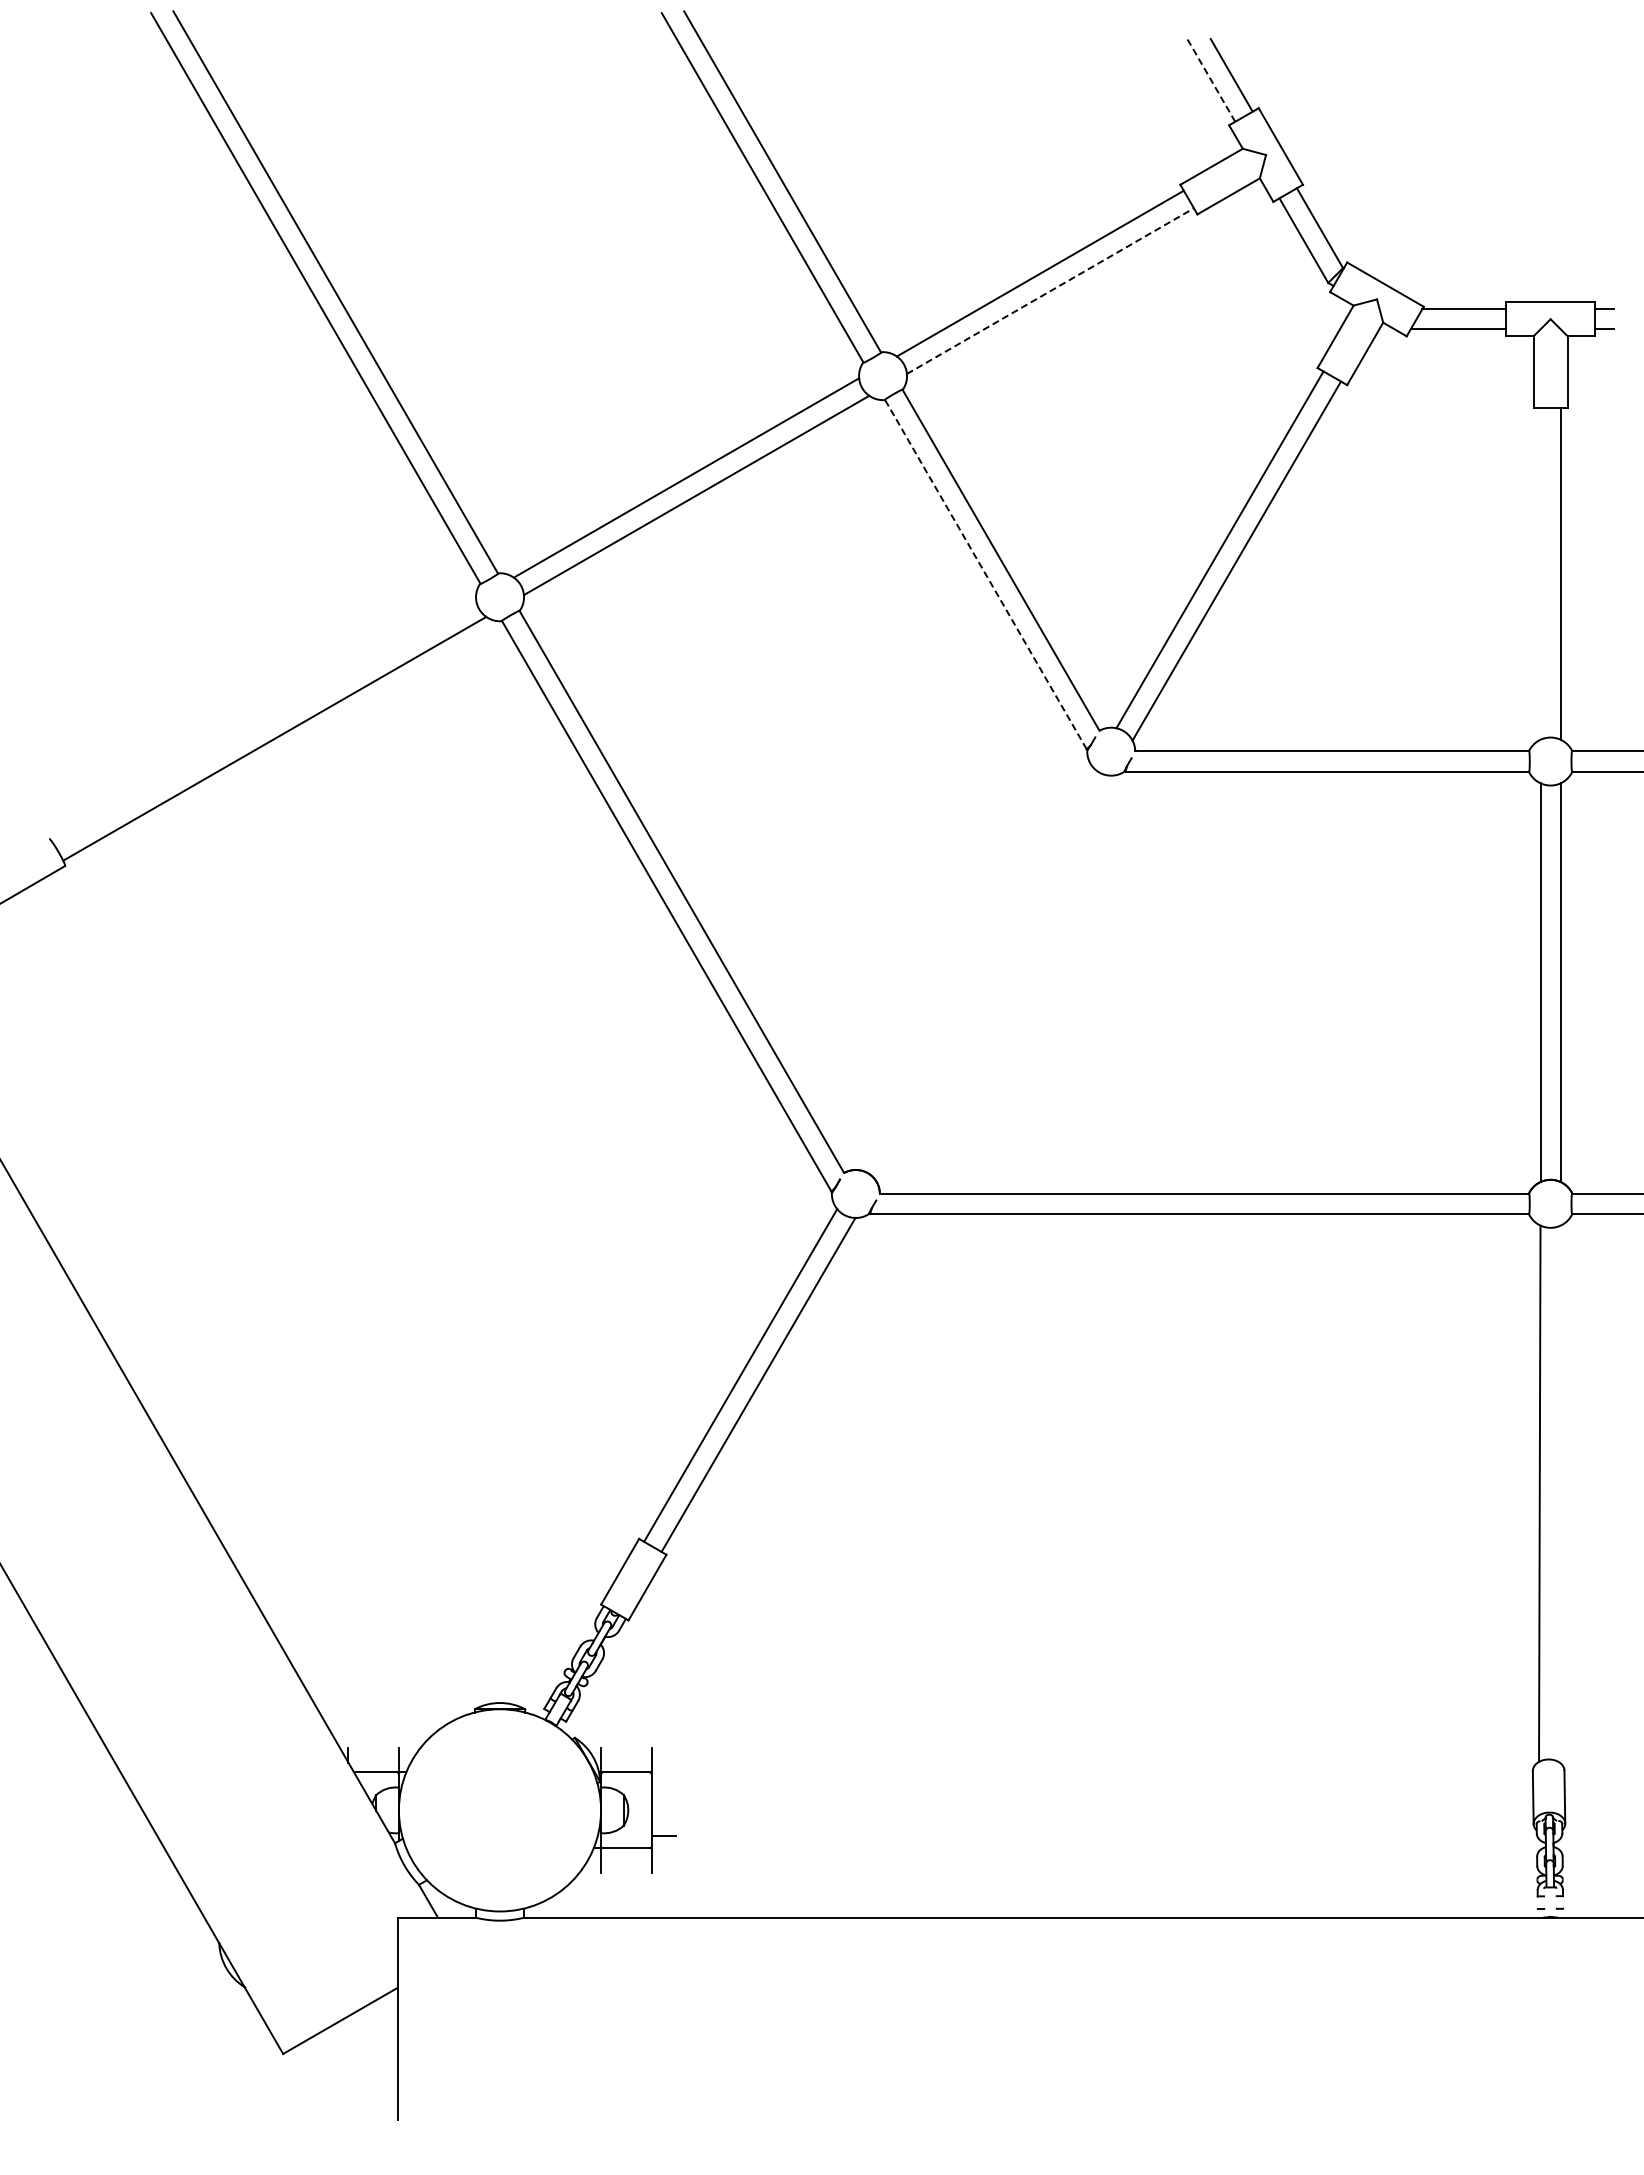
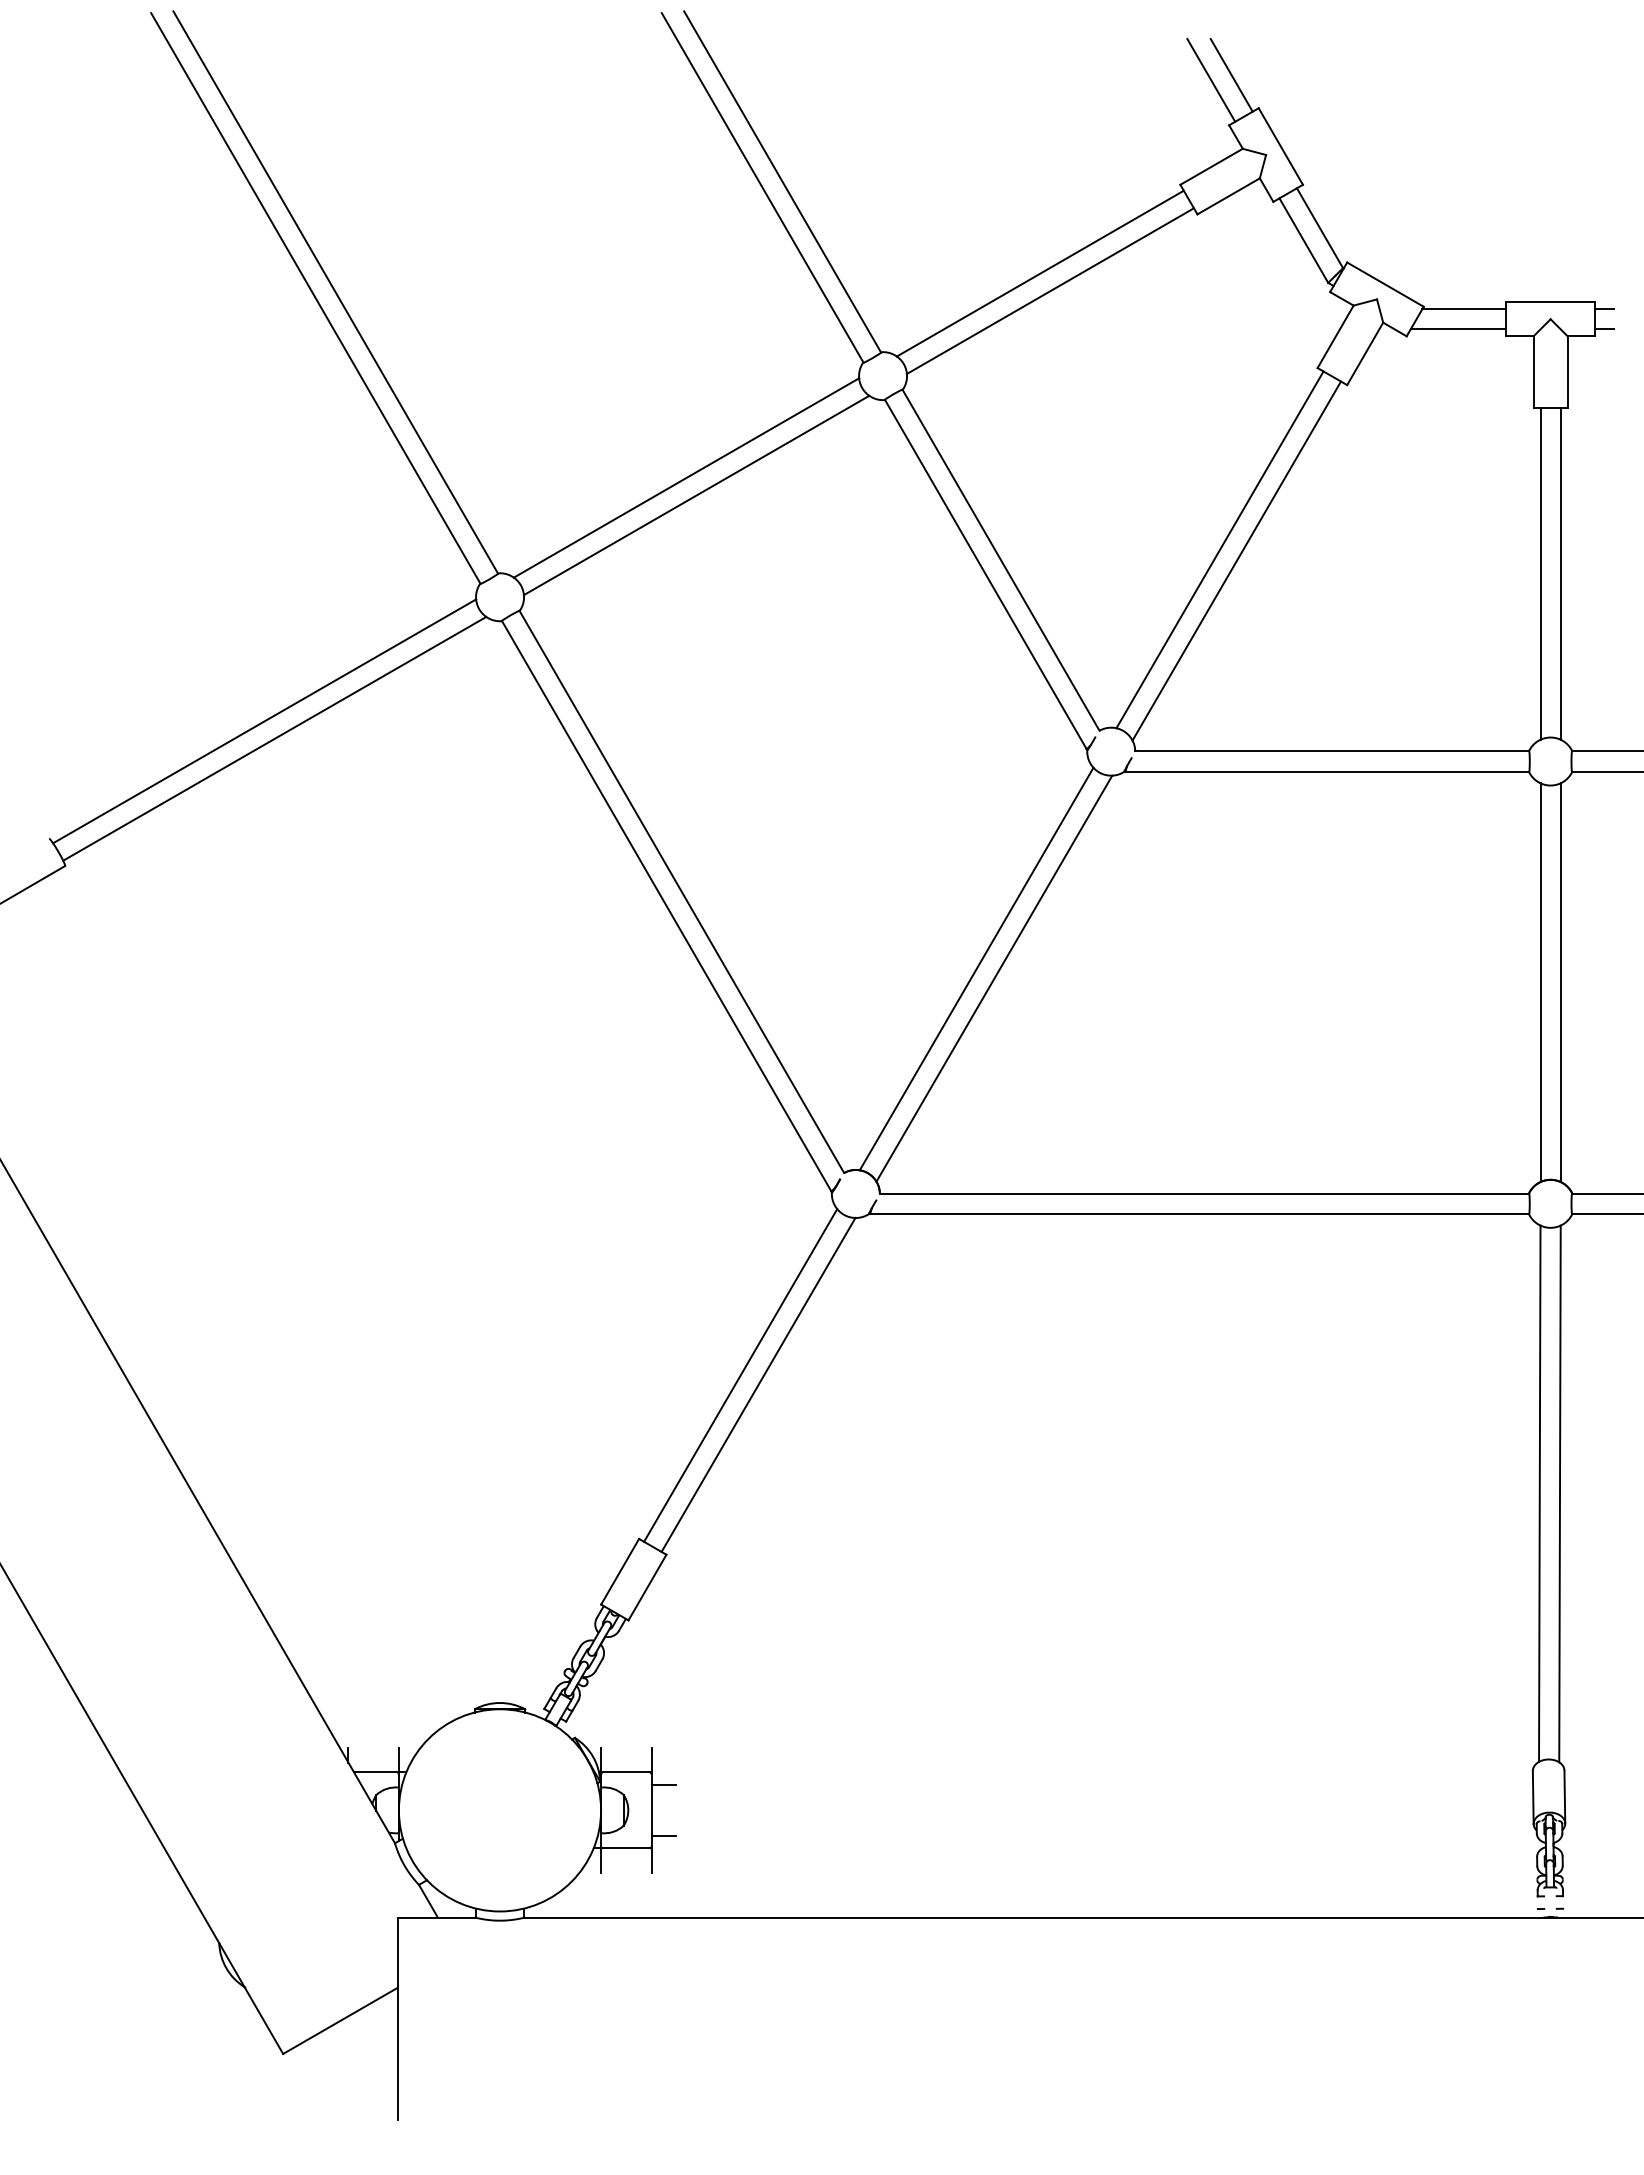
line at (1211, 80): dashed -> solid
line at (1050, 291): dashed -> solid
line at (1540, 573): none -> present
line at (985, 574): dashed -> solid
line at (264, 721): none -> present
line at (976, 968): none -> present
line at (994, 978): none -> present
line at (1559, 1493): none -> present
line at (663, 1785): none -> present
